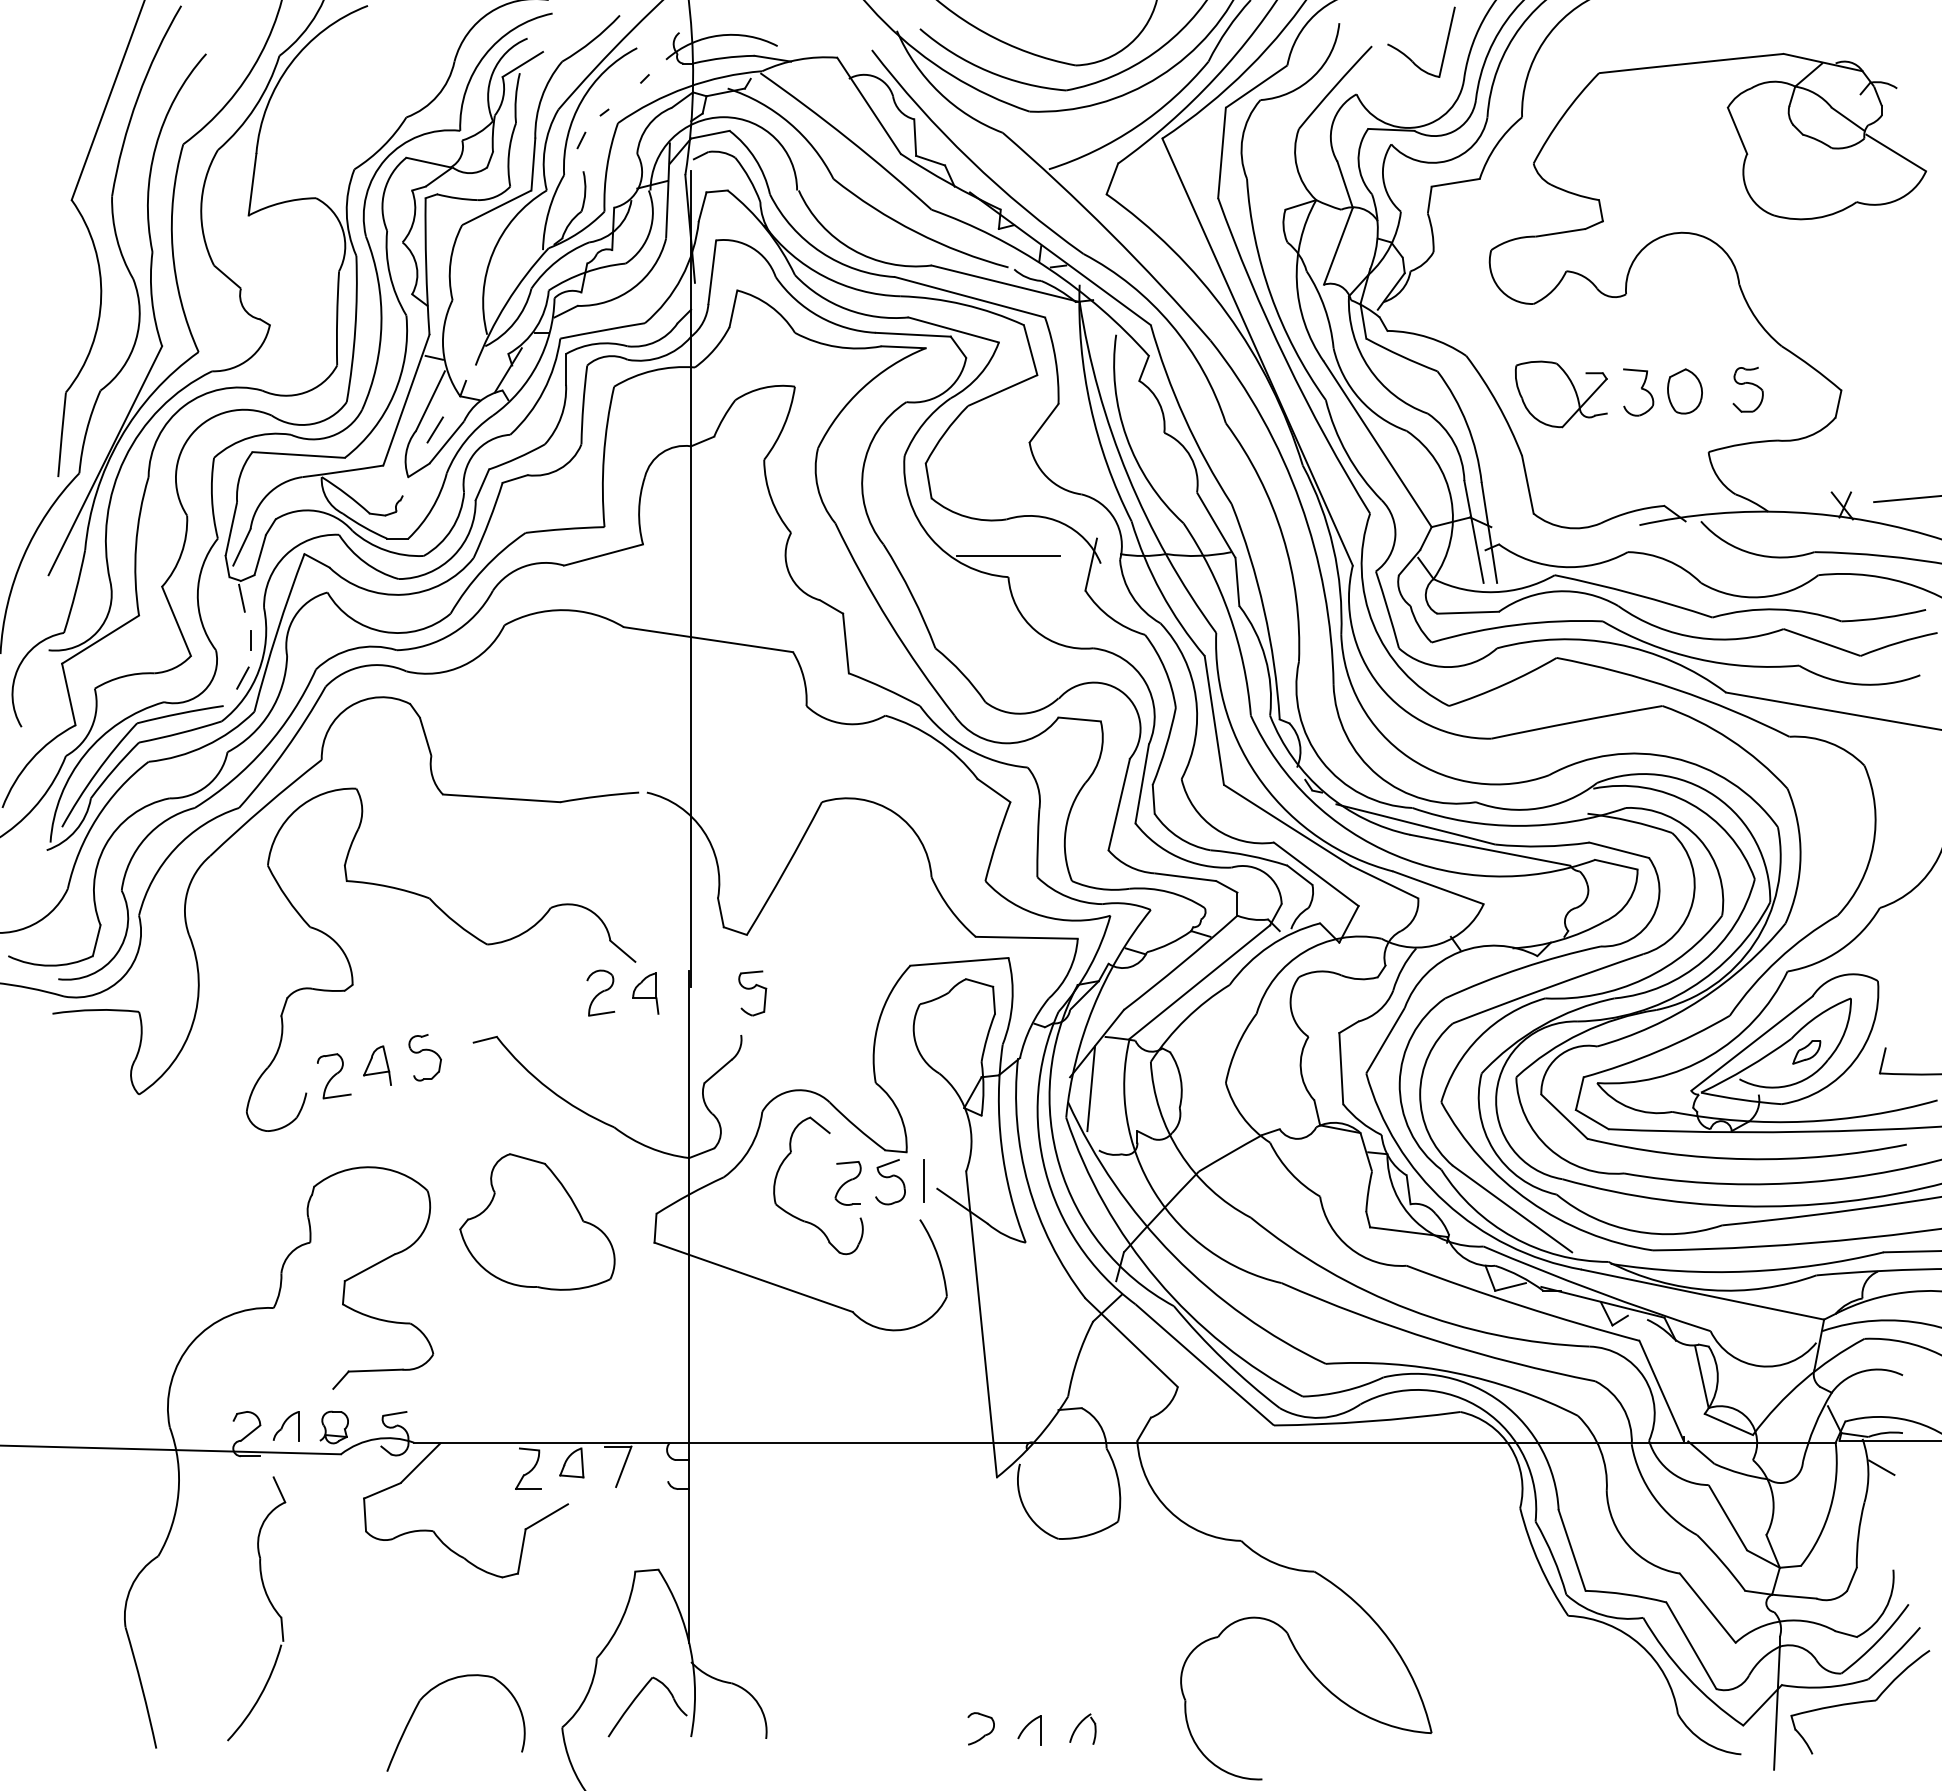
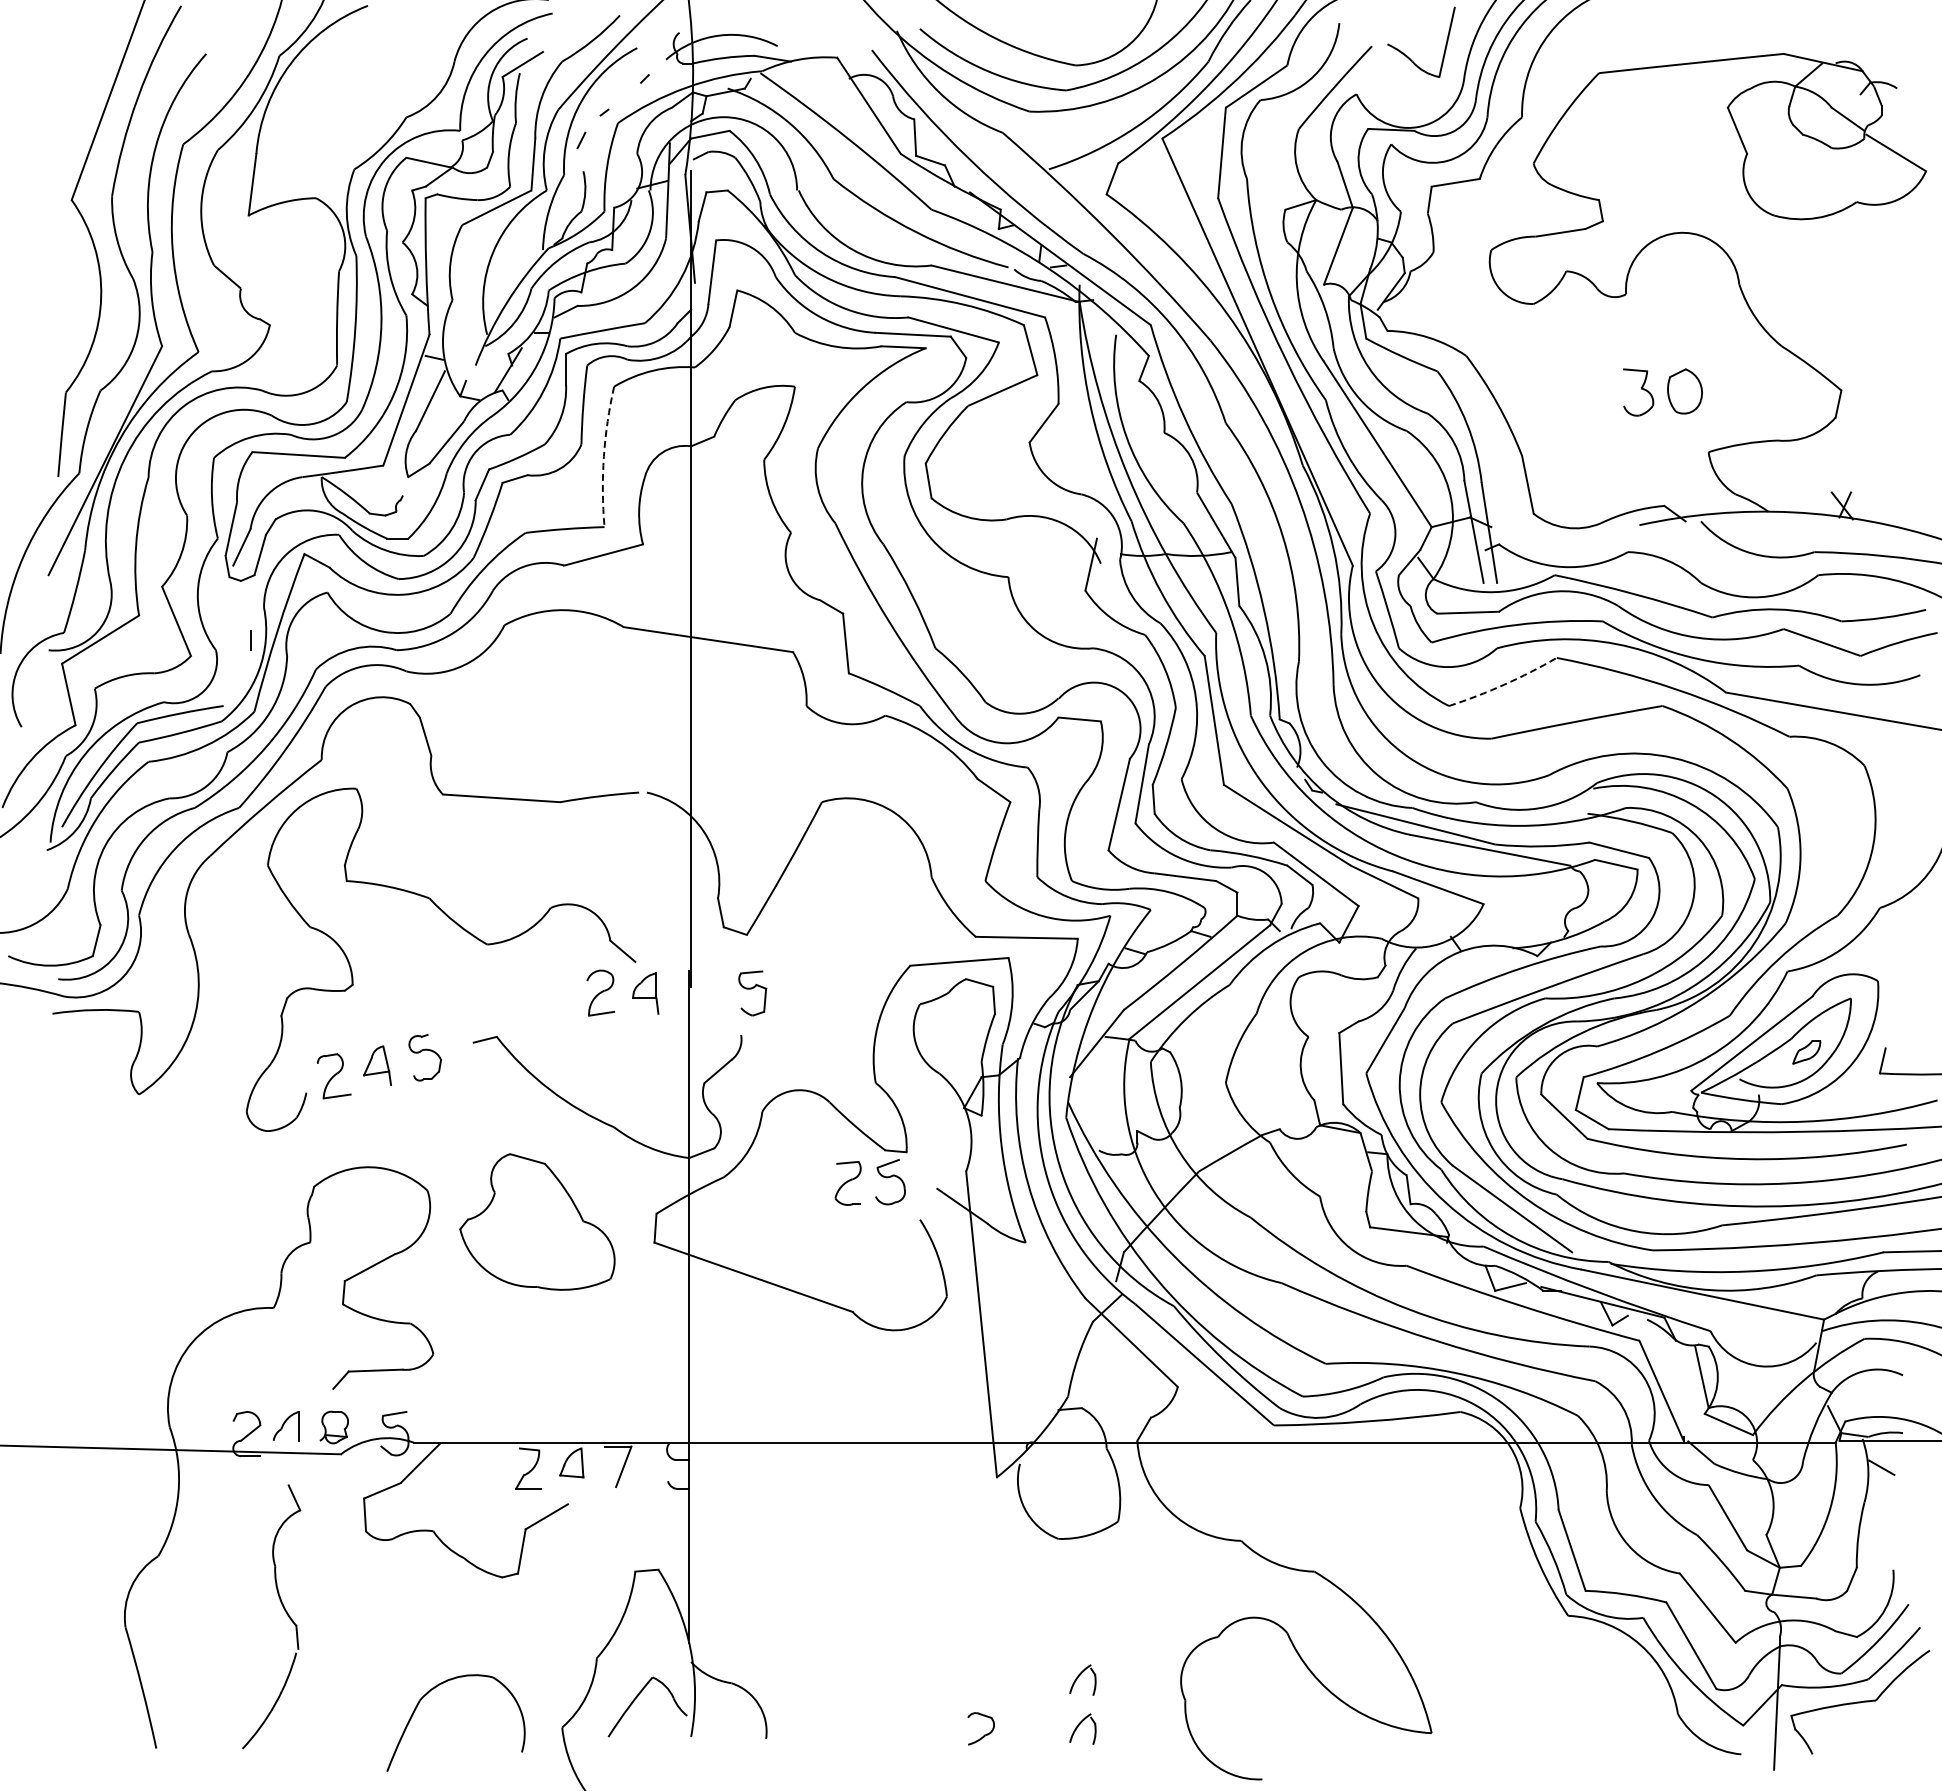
part at (1747, 389): present -> none
part at (1561, 394): present -> none
line at (434, 429): present -> none
arc at (603, 456): solid -> dashed
line at (1906, 499): present -> none
line at (1008, 555): present -> none
line at (241, 597): present -> none
line at (242, 677): present -> none
arc at (1504, 684): solid -> dashed
line at (1091, 1088): present -> none
line at (923, 1180): present -> none
part at (805, 1220): present -> none
part at (269, 1602) position: (269, 1602) -> (284, 1610)
part at (1082, 1679): none -> present
part at (1029, 1730): present -> none
